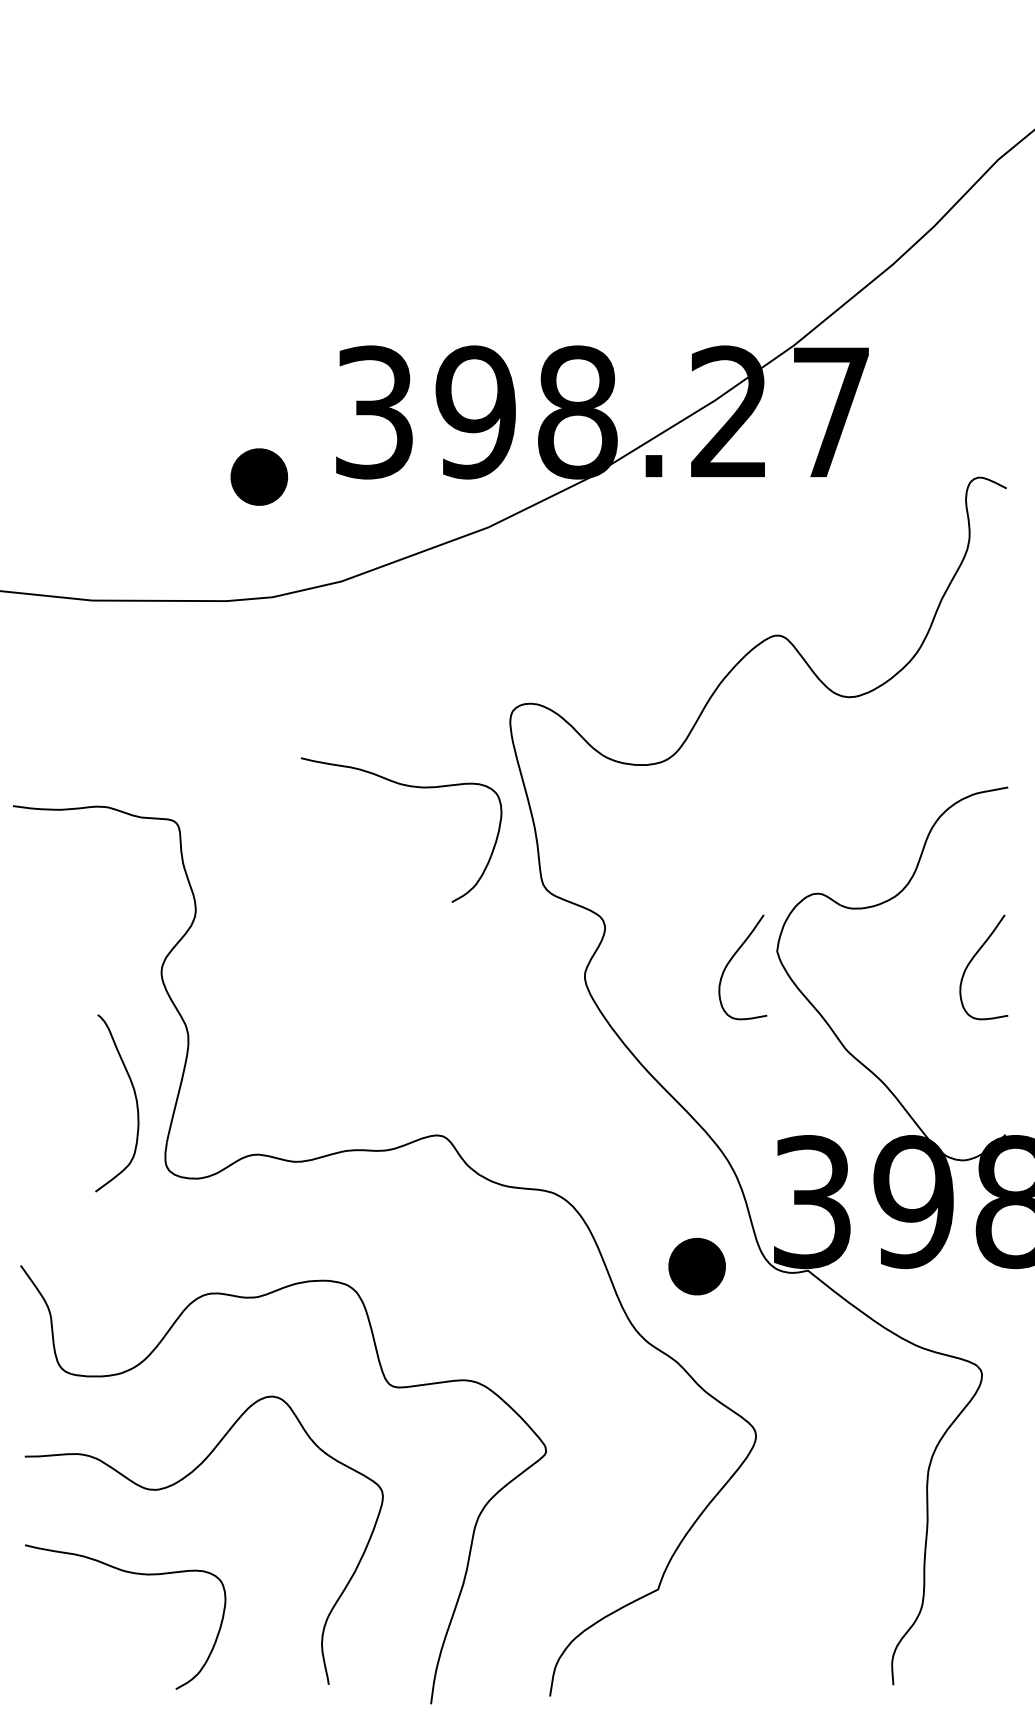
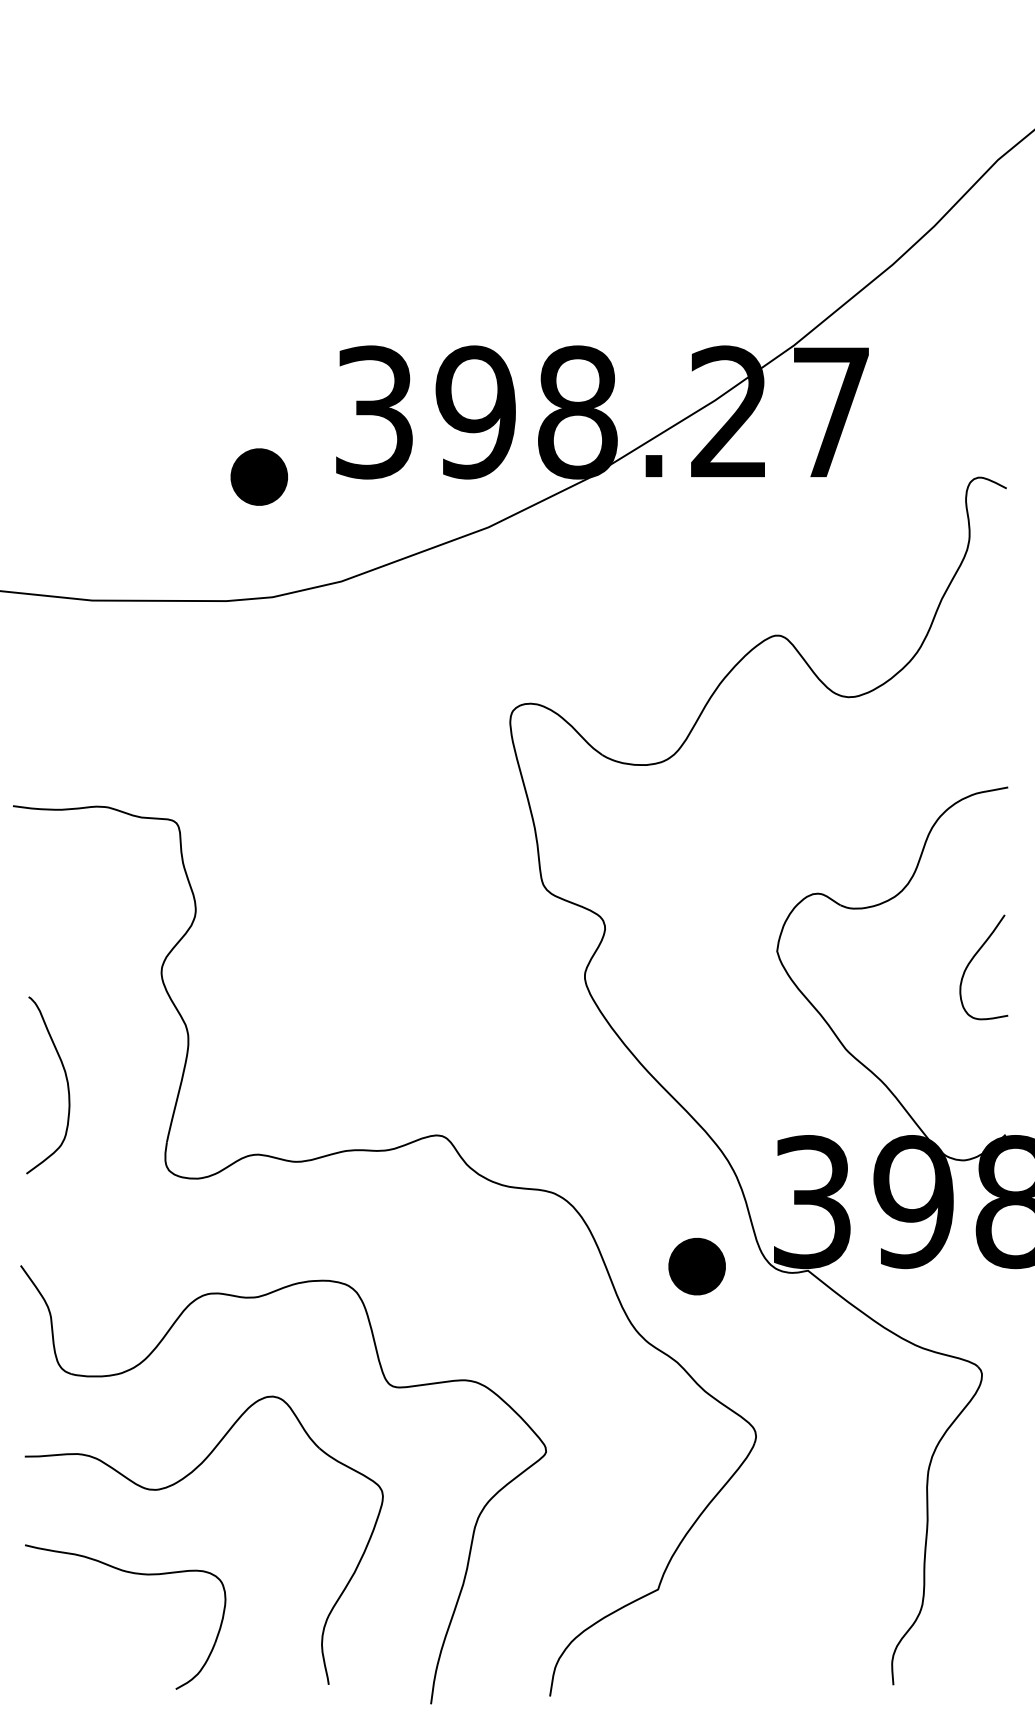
part at (410, 787): present -> none
curve at (732, 959): present -> none
curve at (135, 1100) position: (135, 1100) -> (66, 1082)
